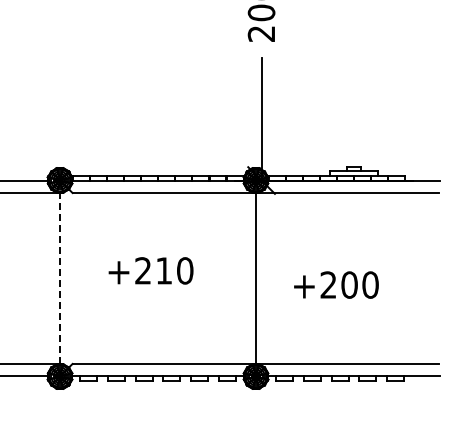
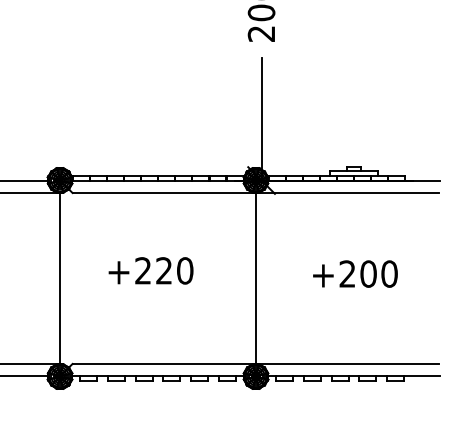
text at (163, 270): +210 -> +220
line at (60, 278): dashed -> solid
text at (336, 284) position: (336, 284) -> (355, 273)
